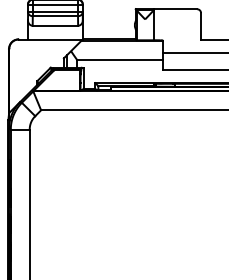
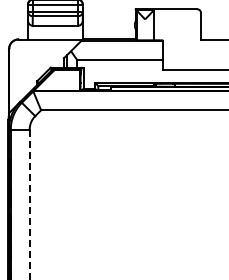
line at (194, 52): present -> none
line at (29, 204): solid -> dashed
